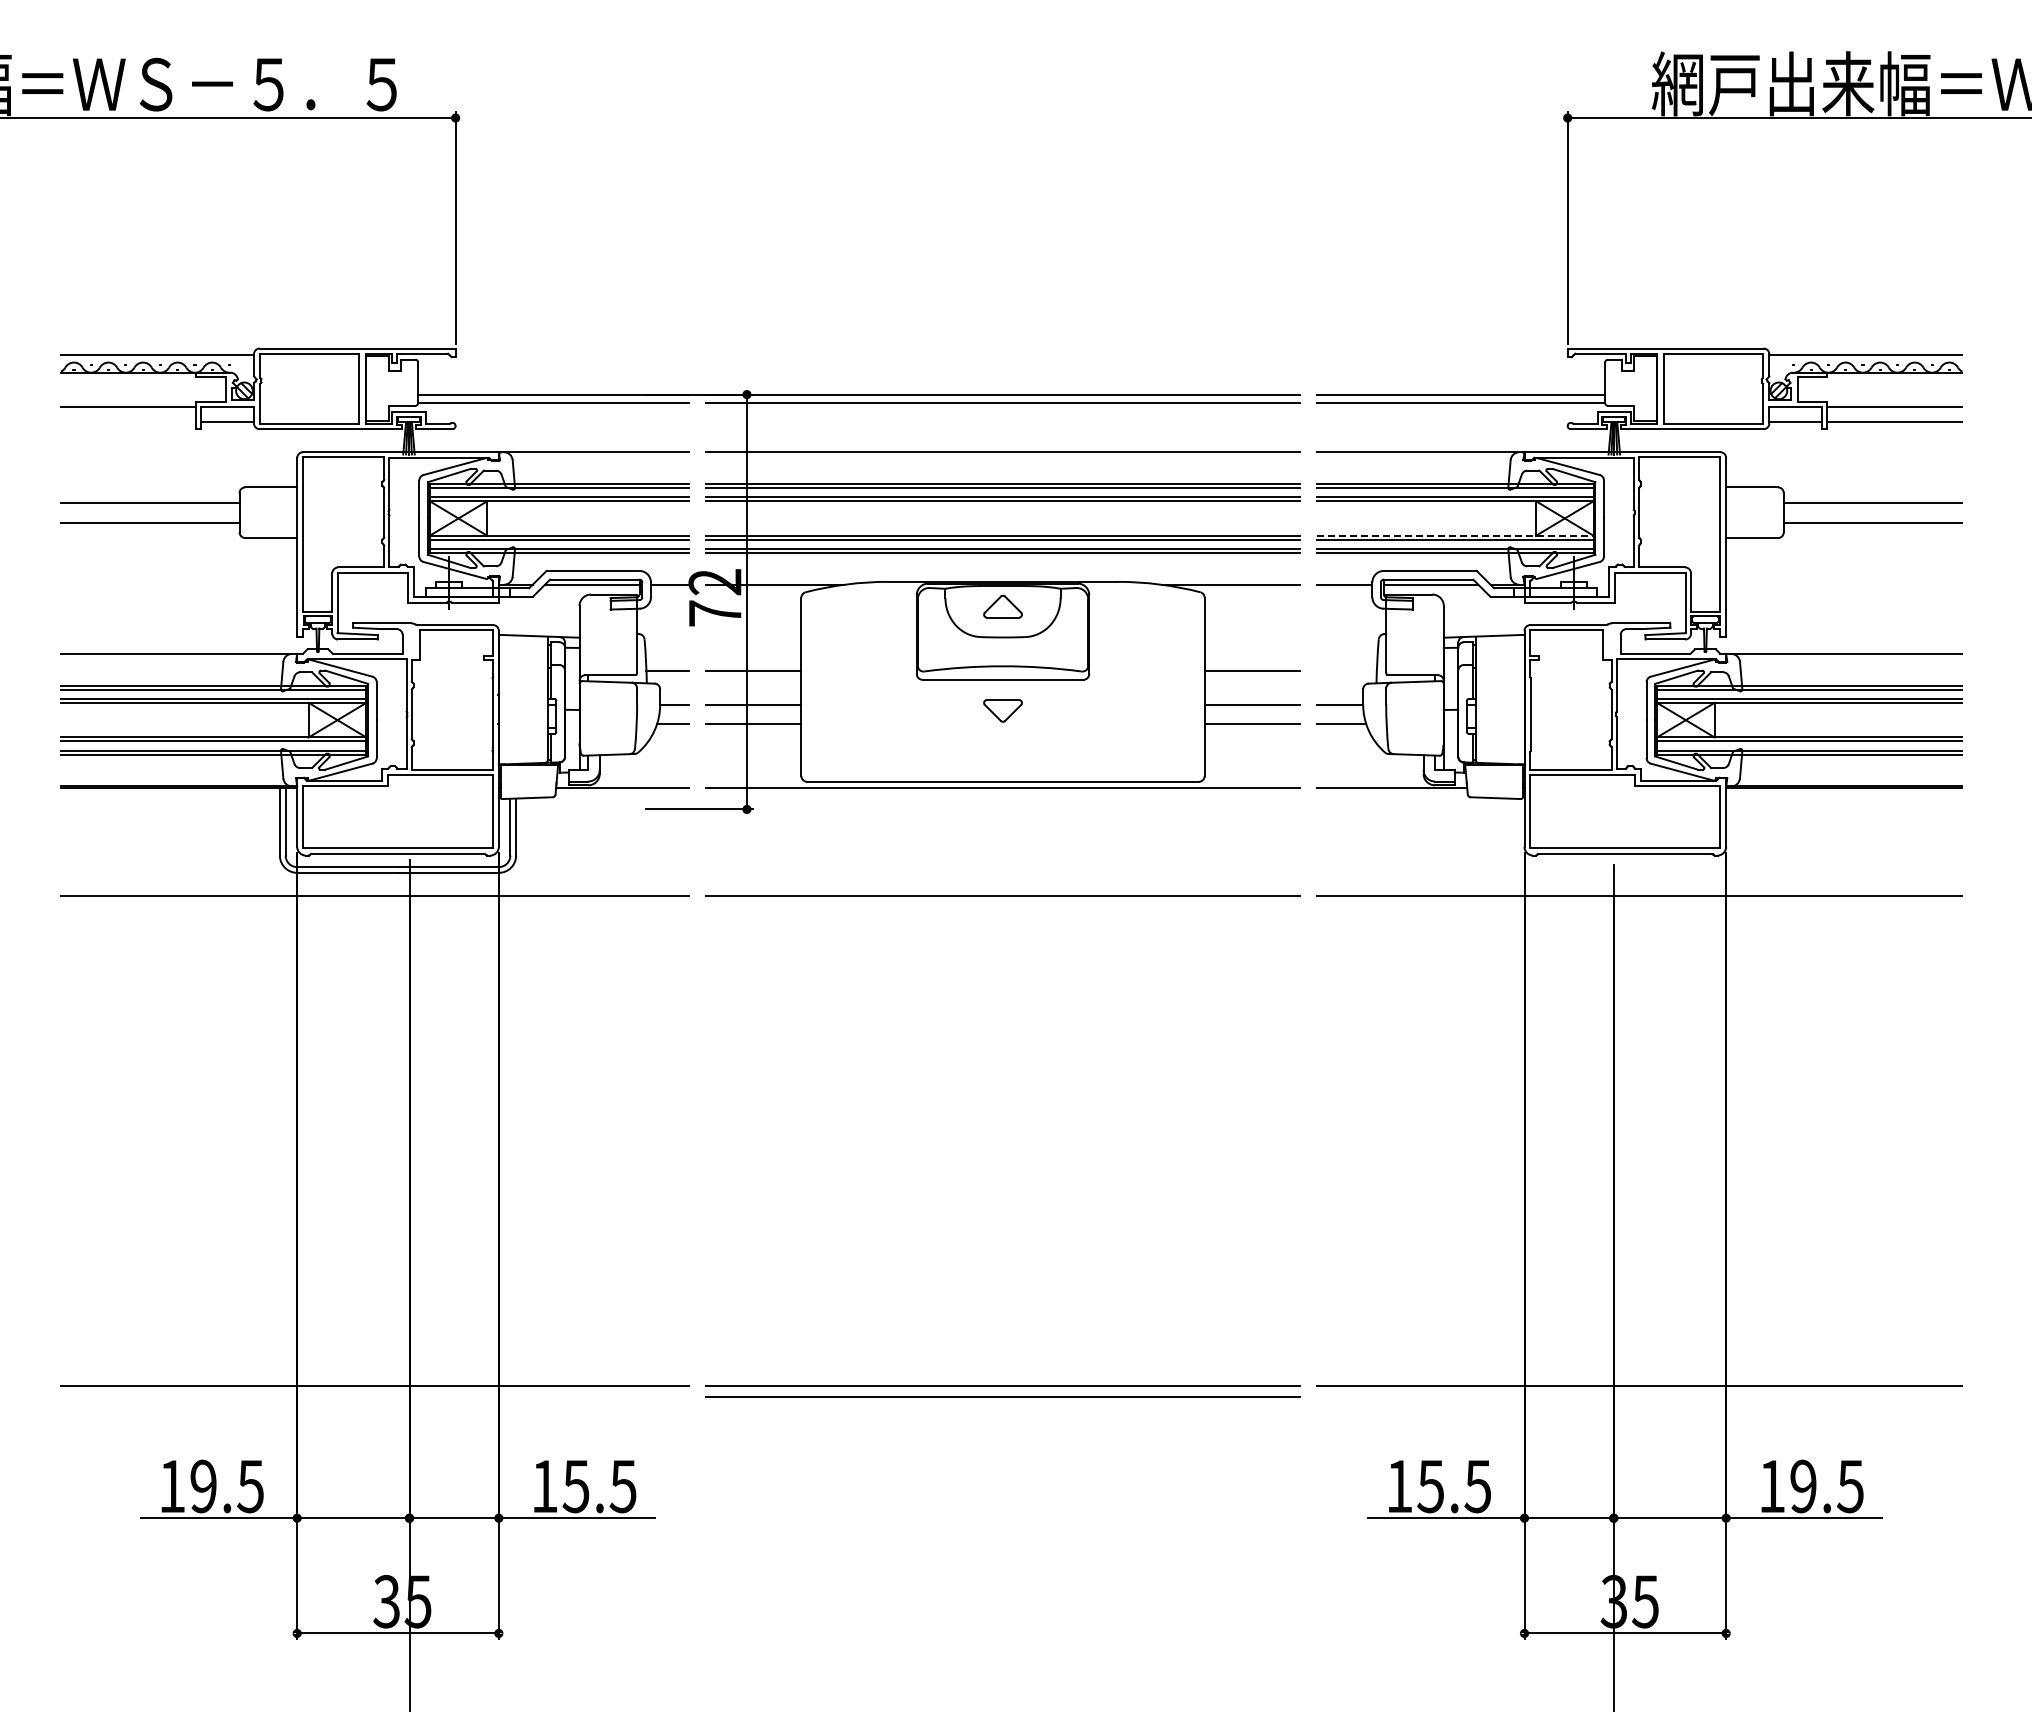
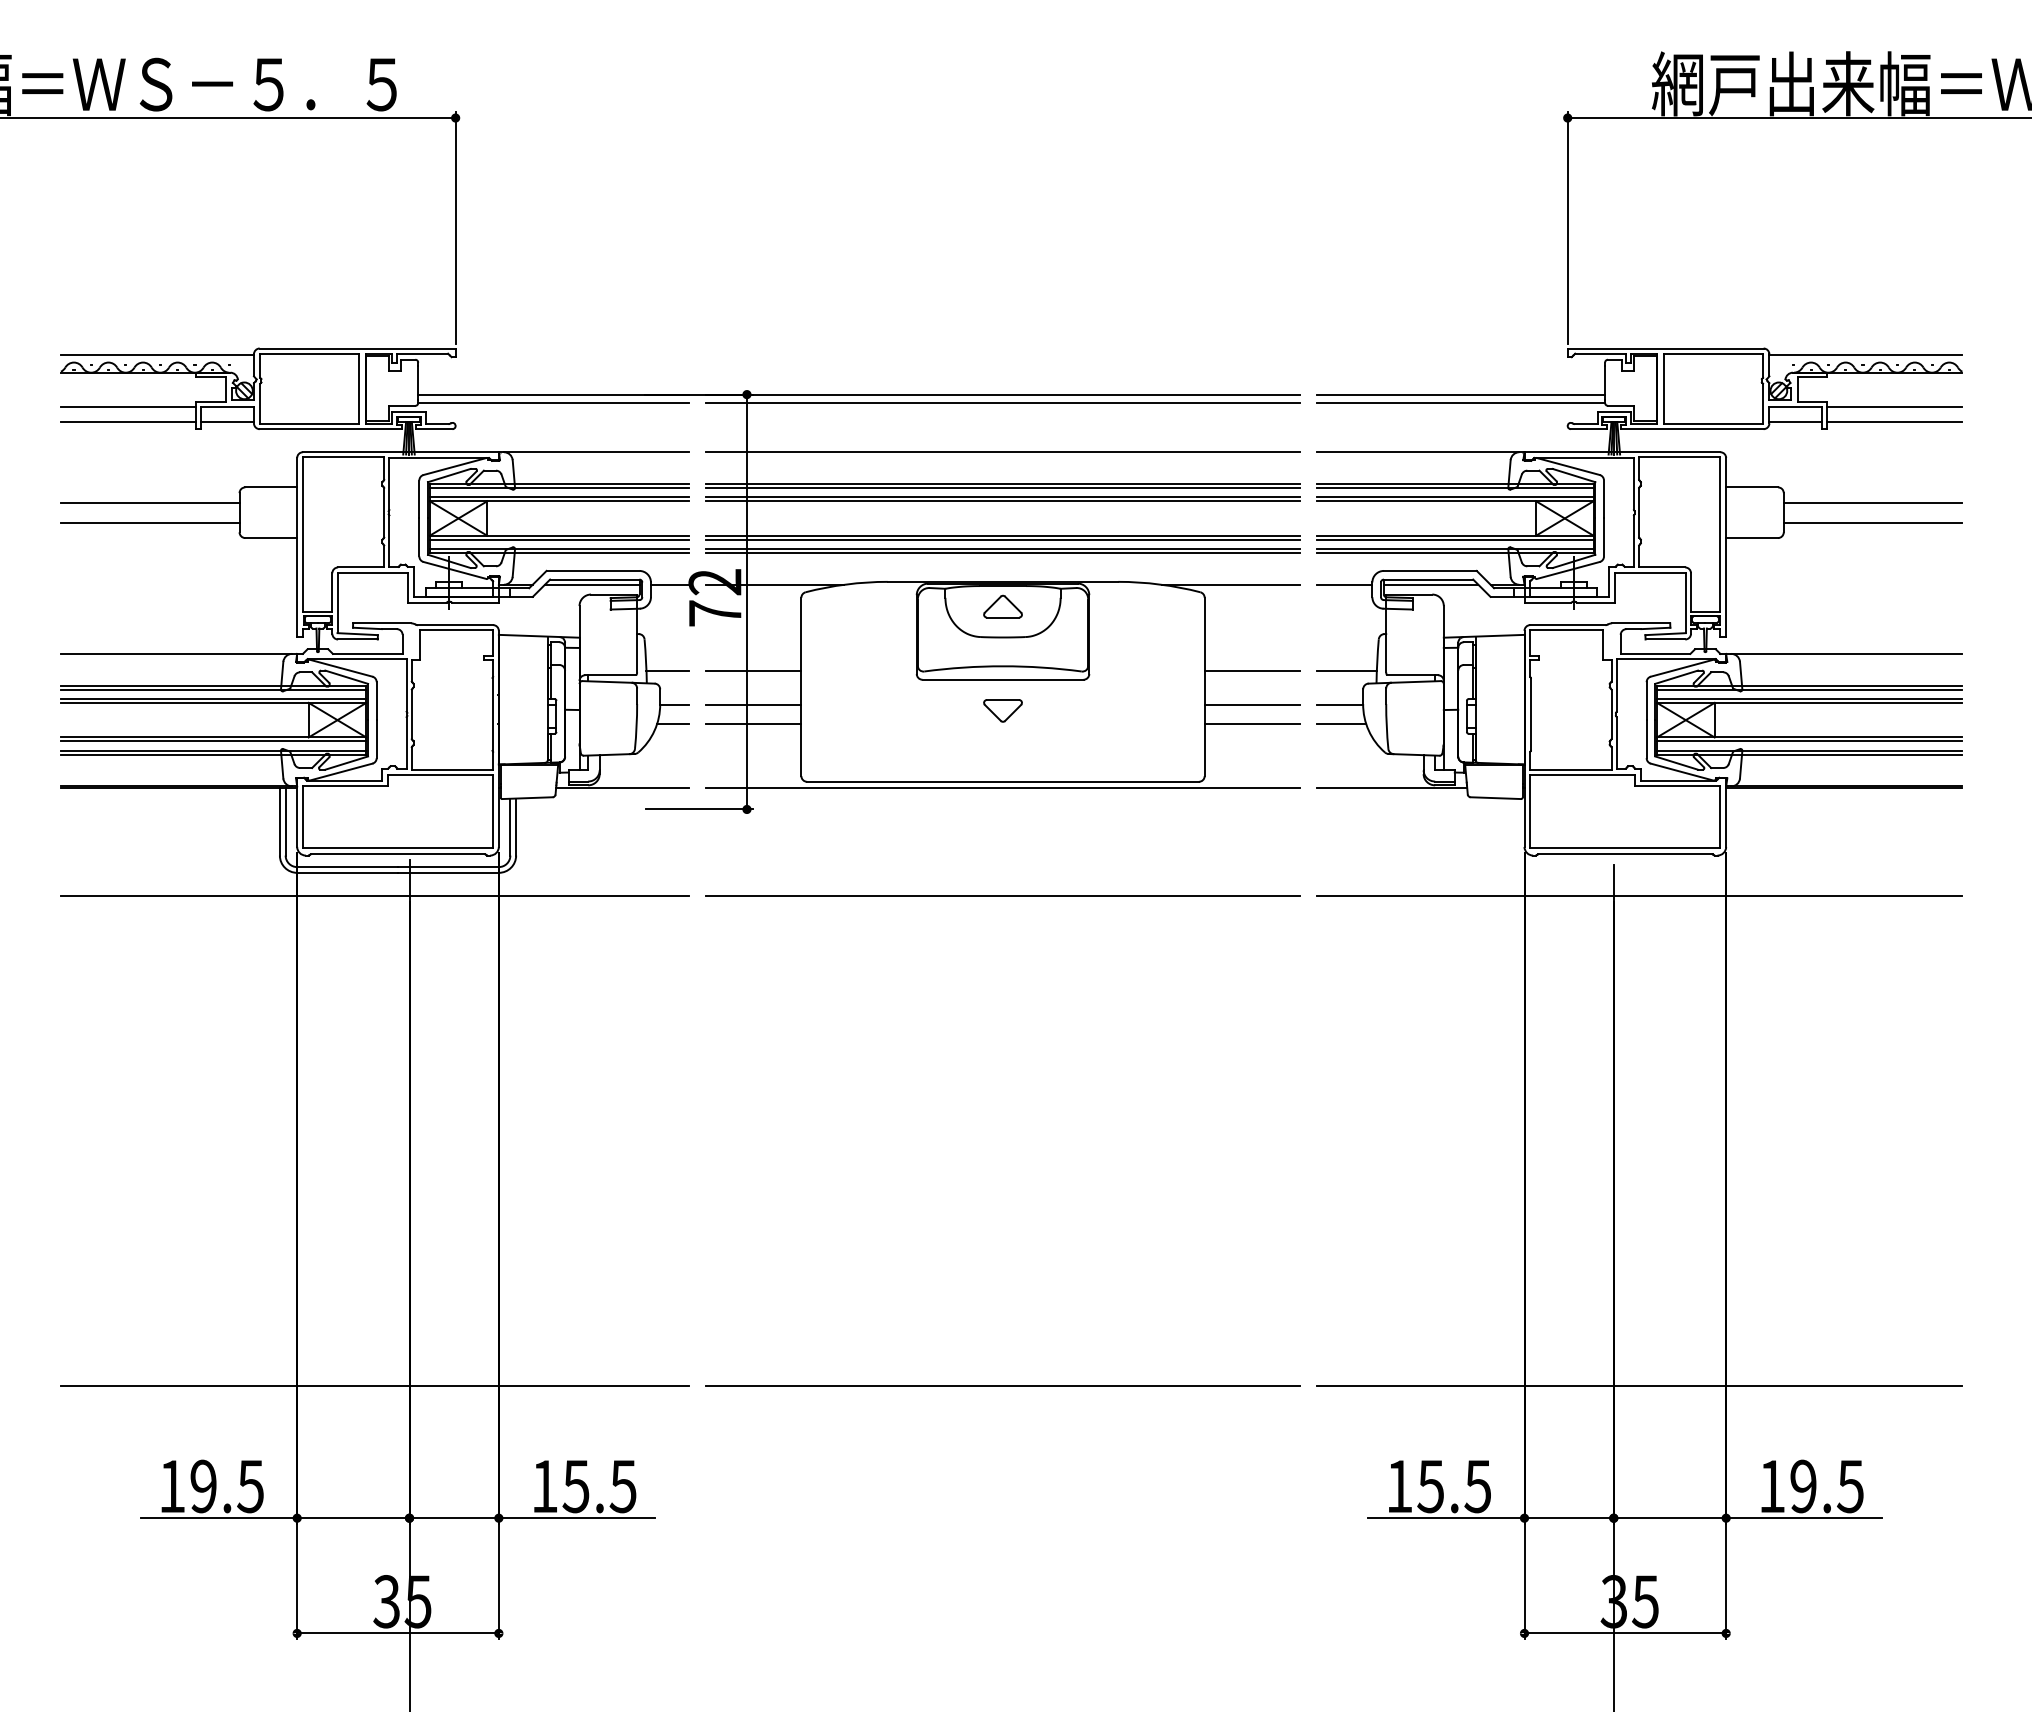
line at (128, 421): none -> present
line at (1455, 535): dashed -> solid
line at (1346, 671): none -> present
line at (1002, 1396): present -> none
